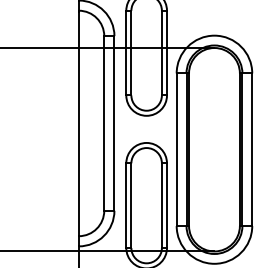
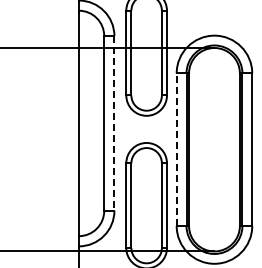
line at (114, 123): solid -> dashed
line at (176, 149): solid -> dashed
